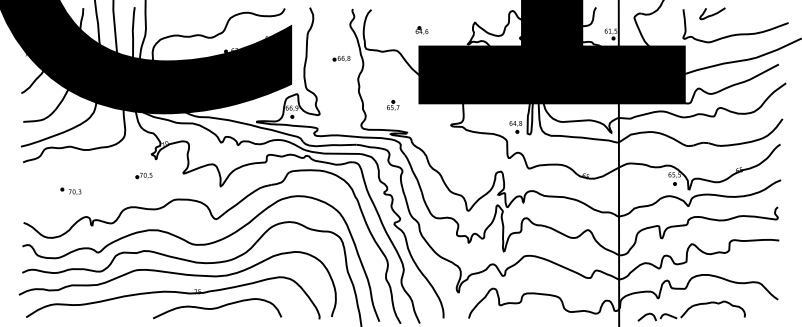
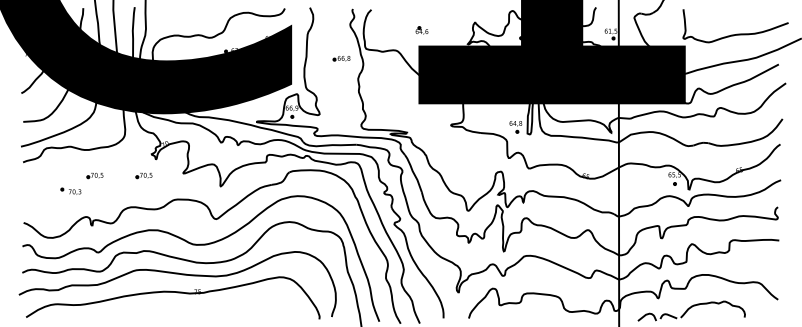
curve at (713, 13): present -> none
part at (393, 105): present -> none
part at (94, 176): none -> present
curve at (217, 308): present -> none
